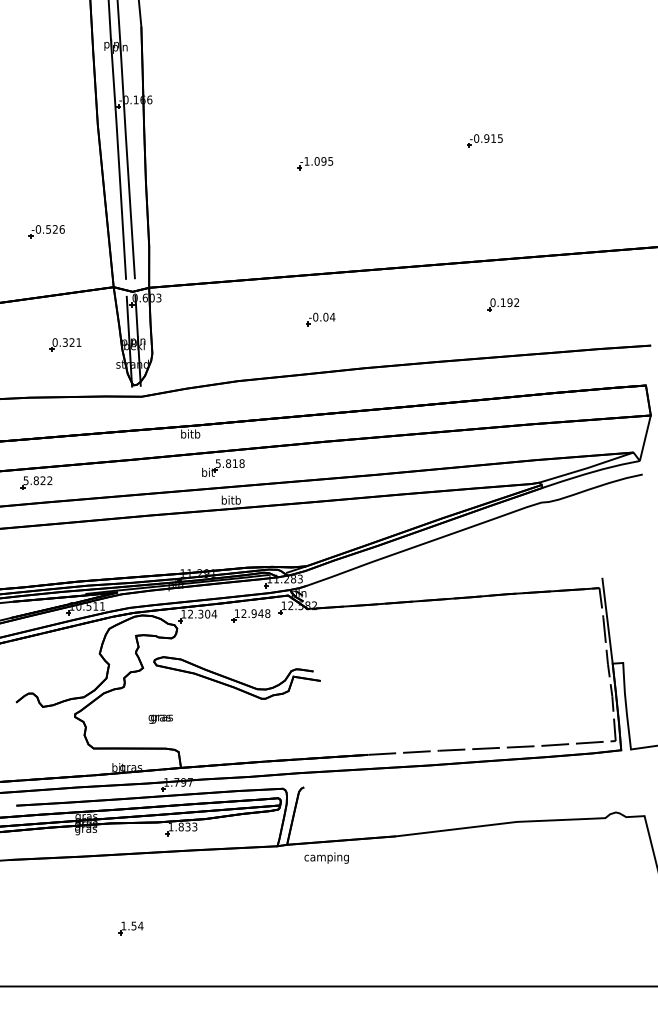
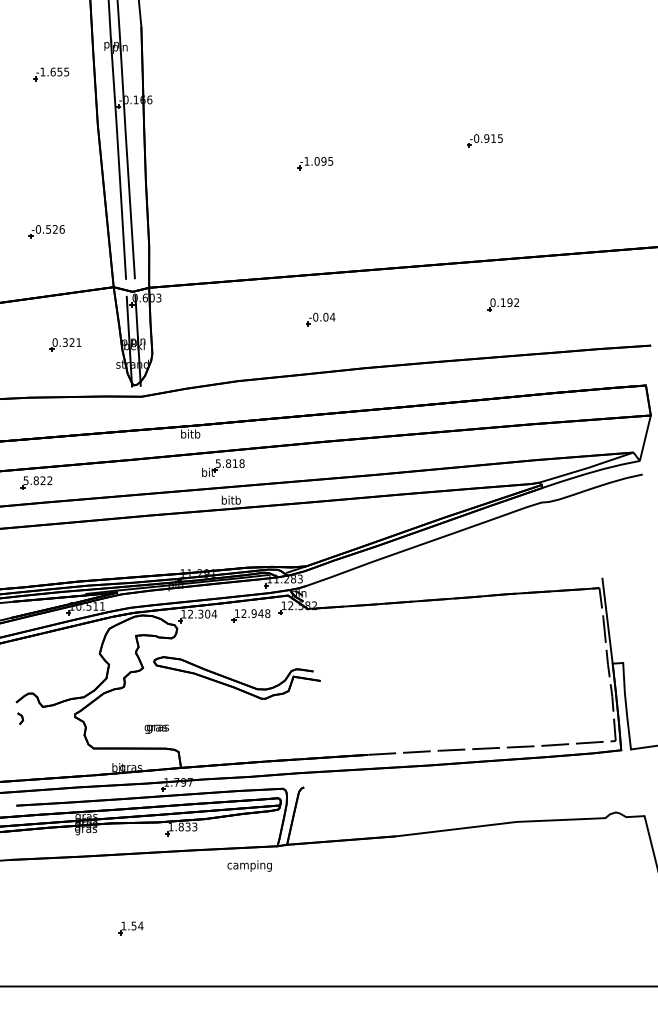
part at (51, 74): none -> present
part at (20, 718): none -> present
text at (160, 718) position: (160, 718) -> (156, 728)
text at (326, 857) position: (326, 857) -> (249, 865)
